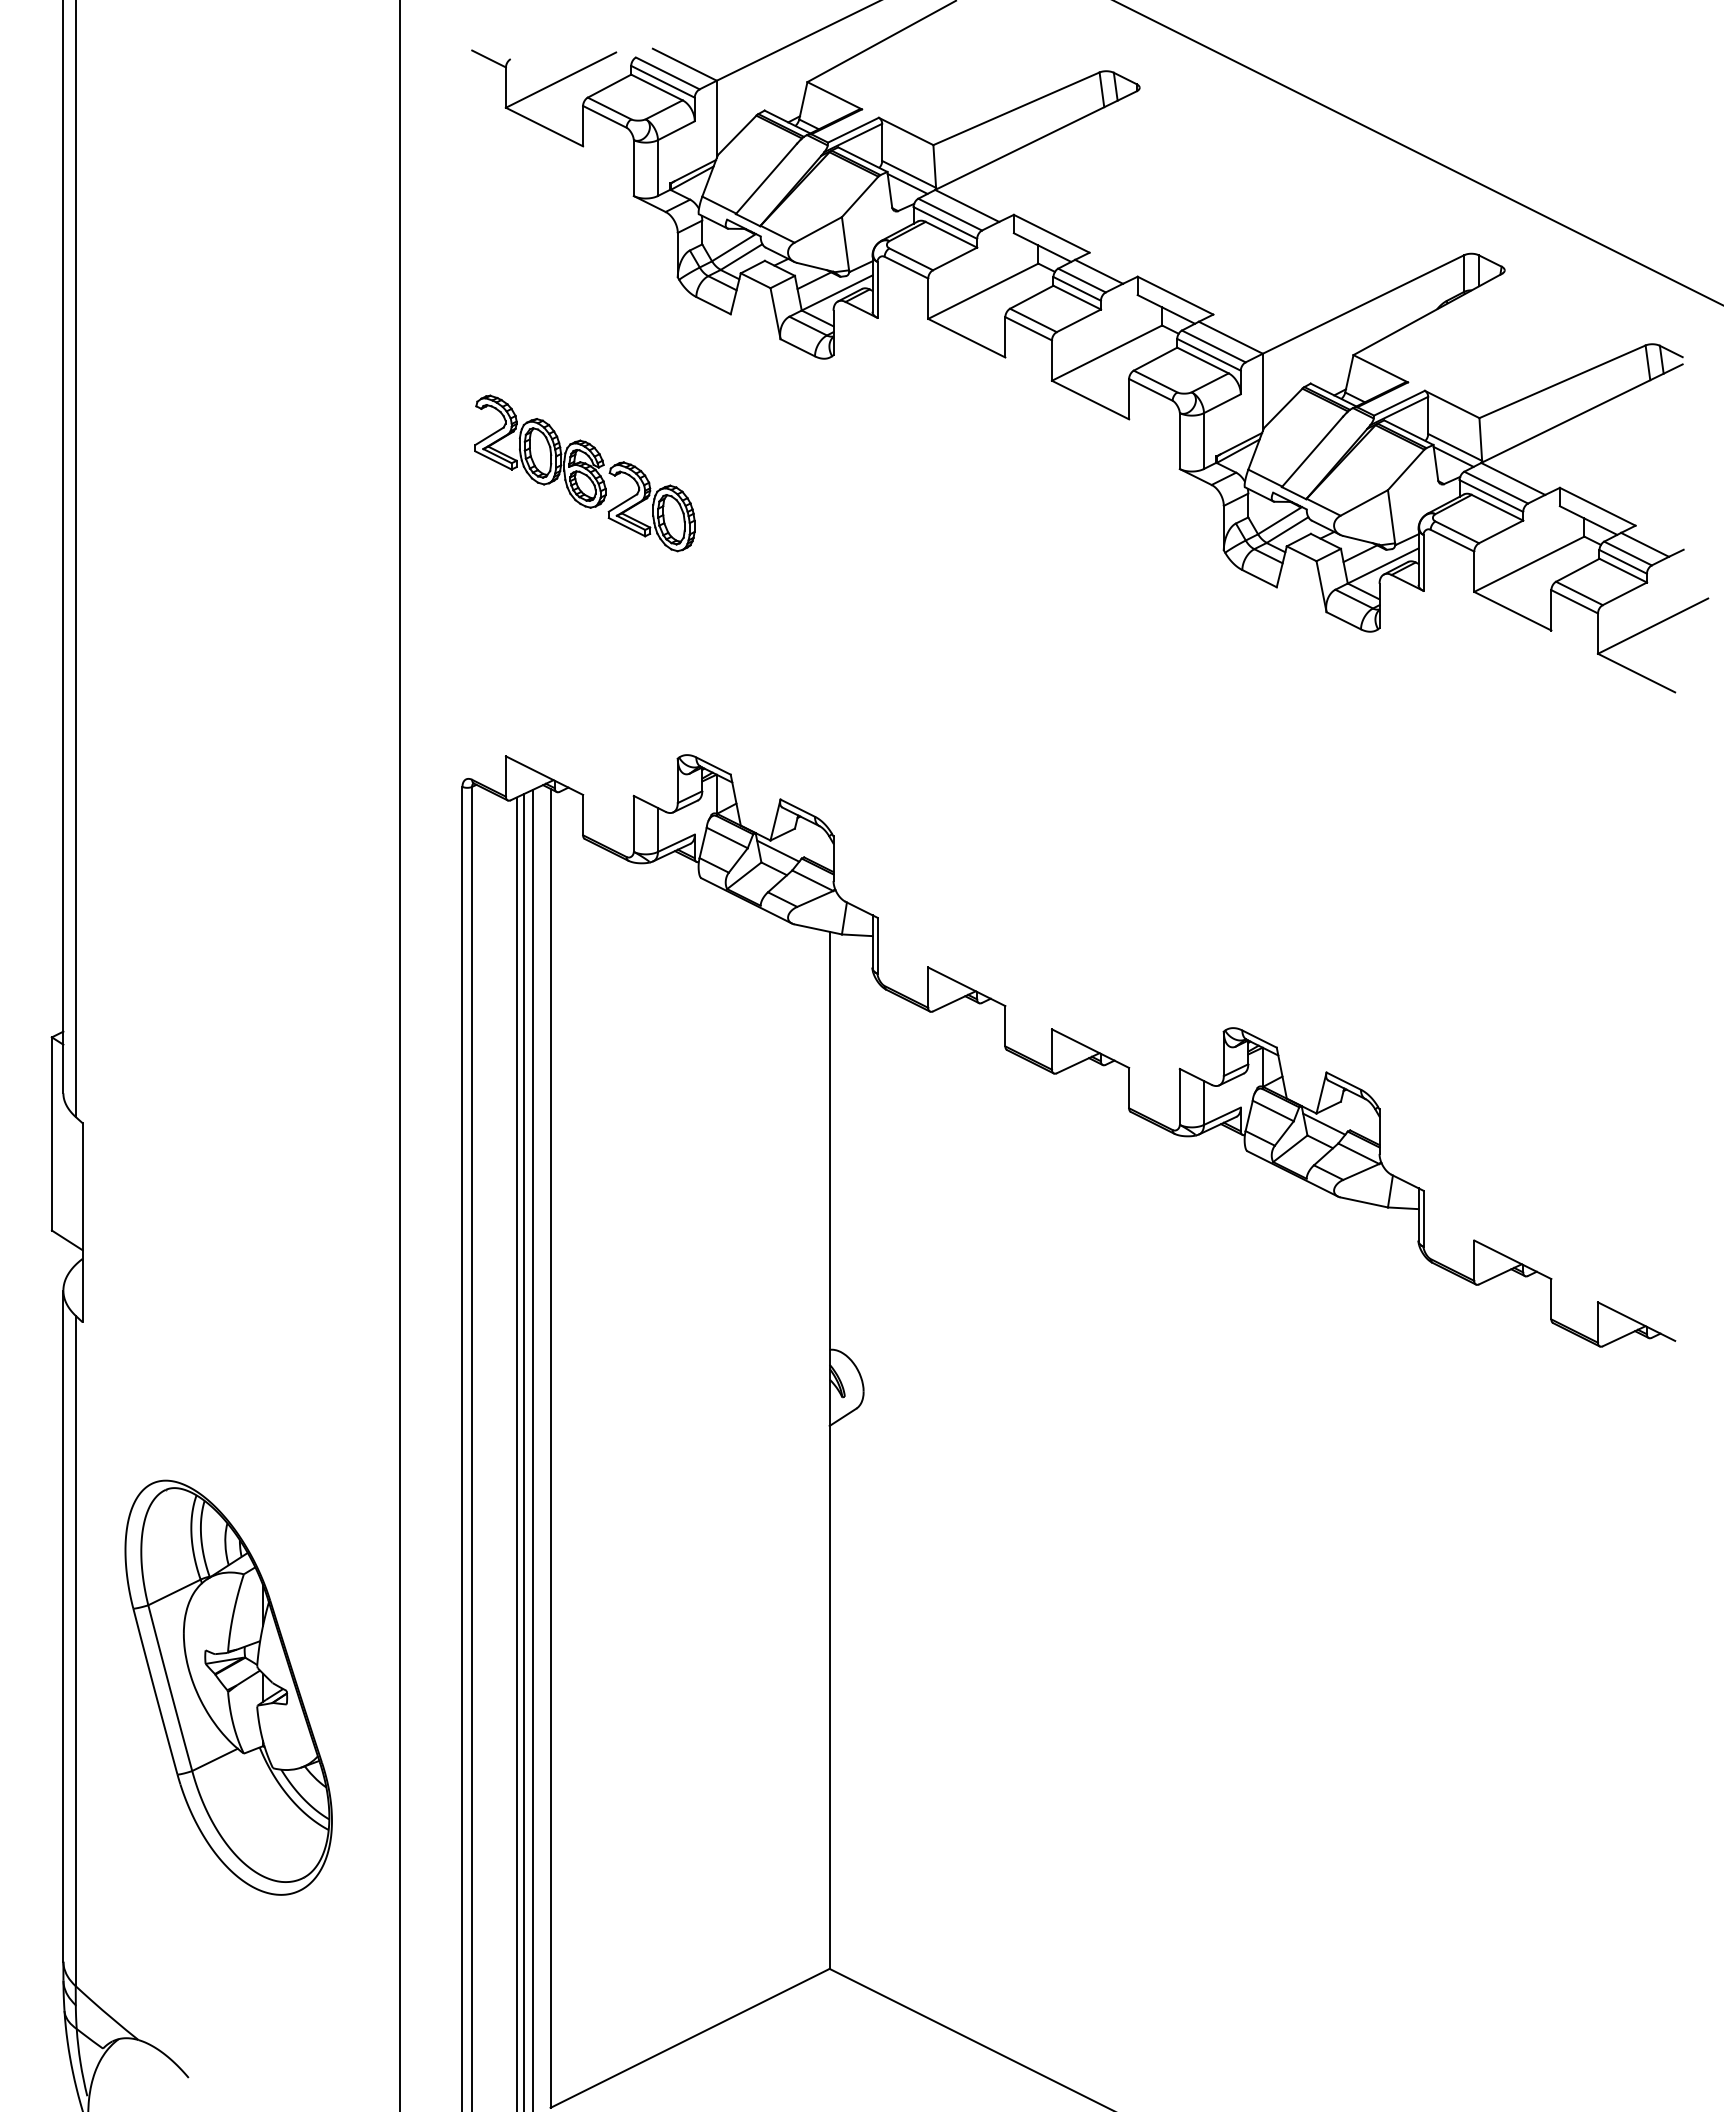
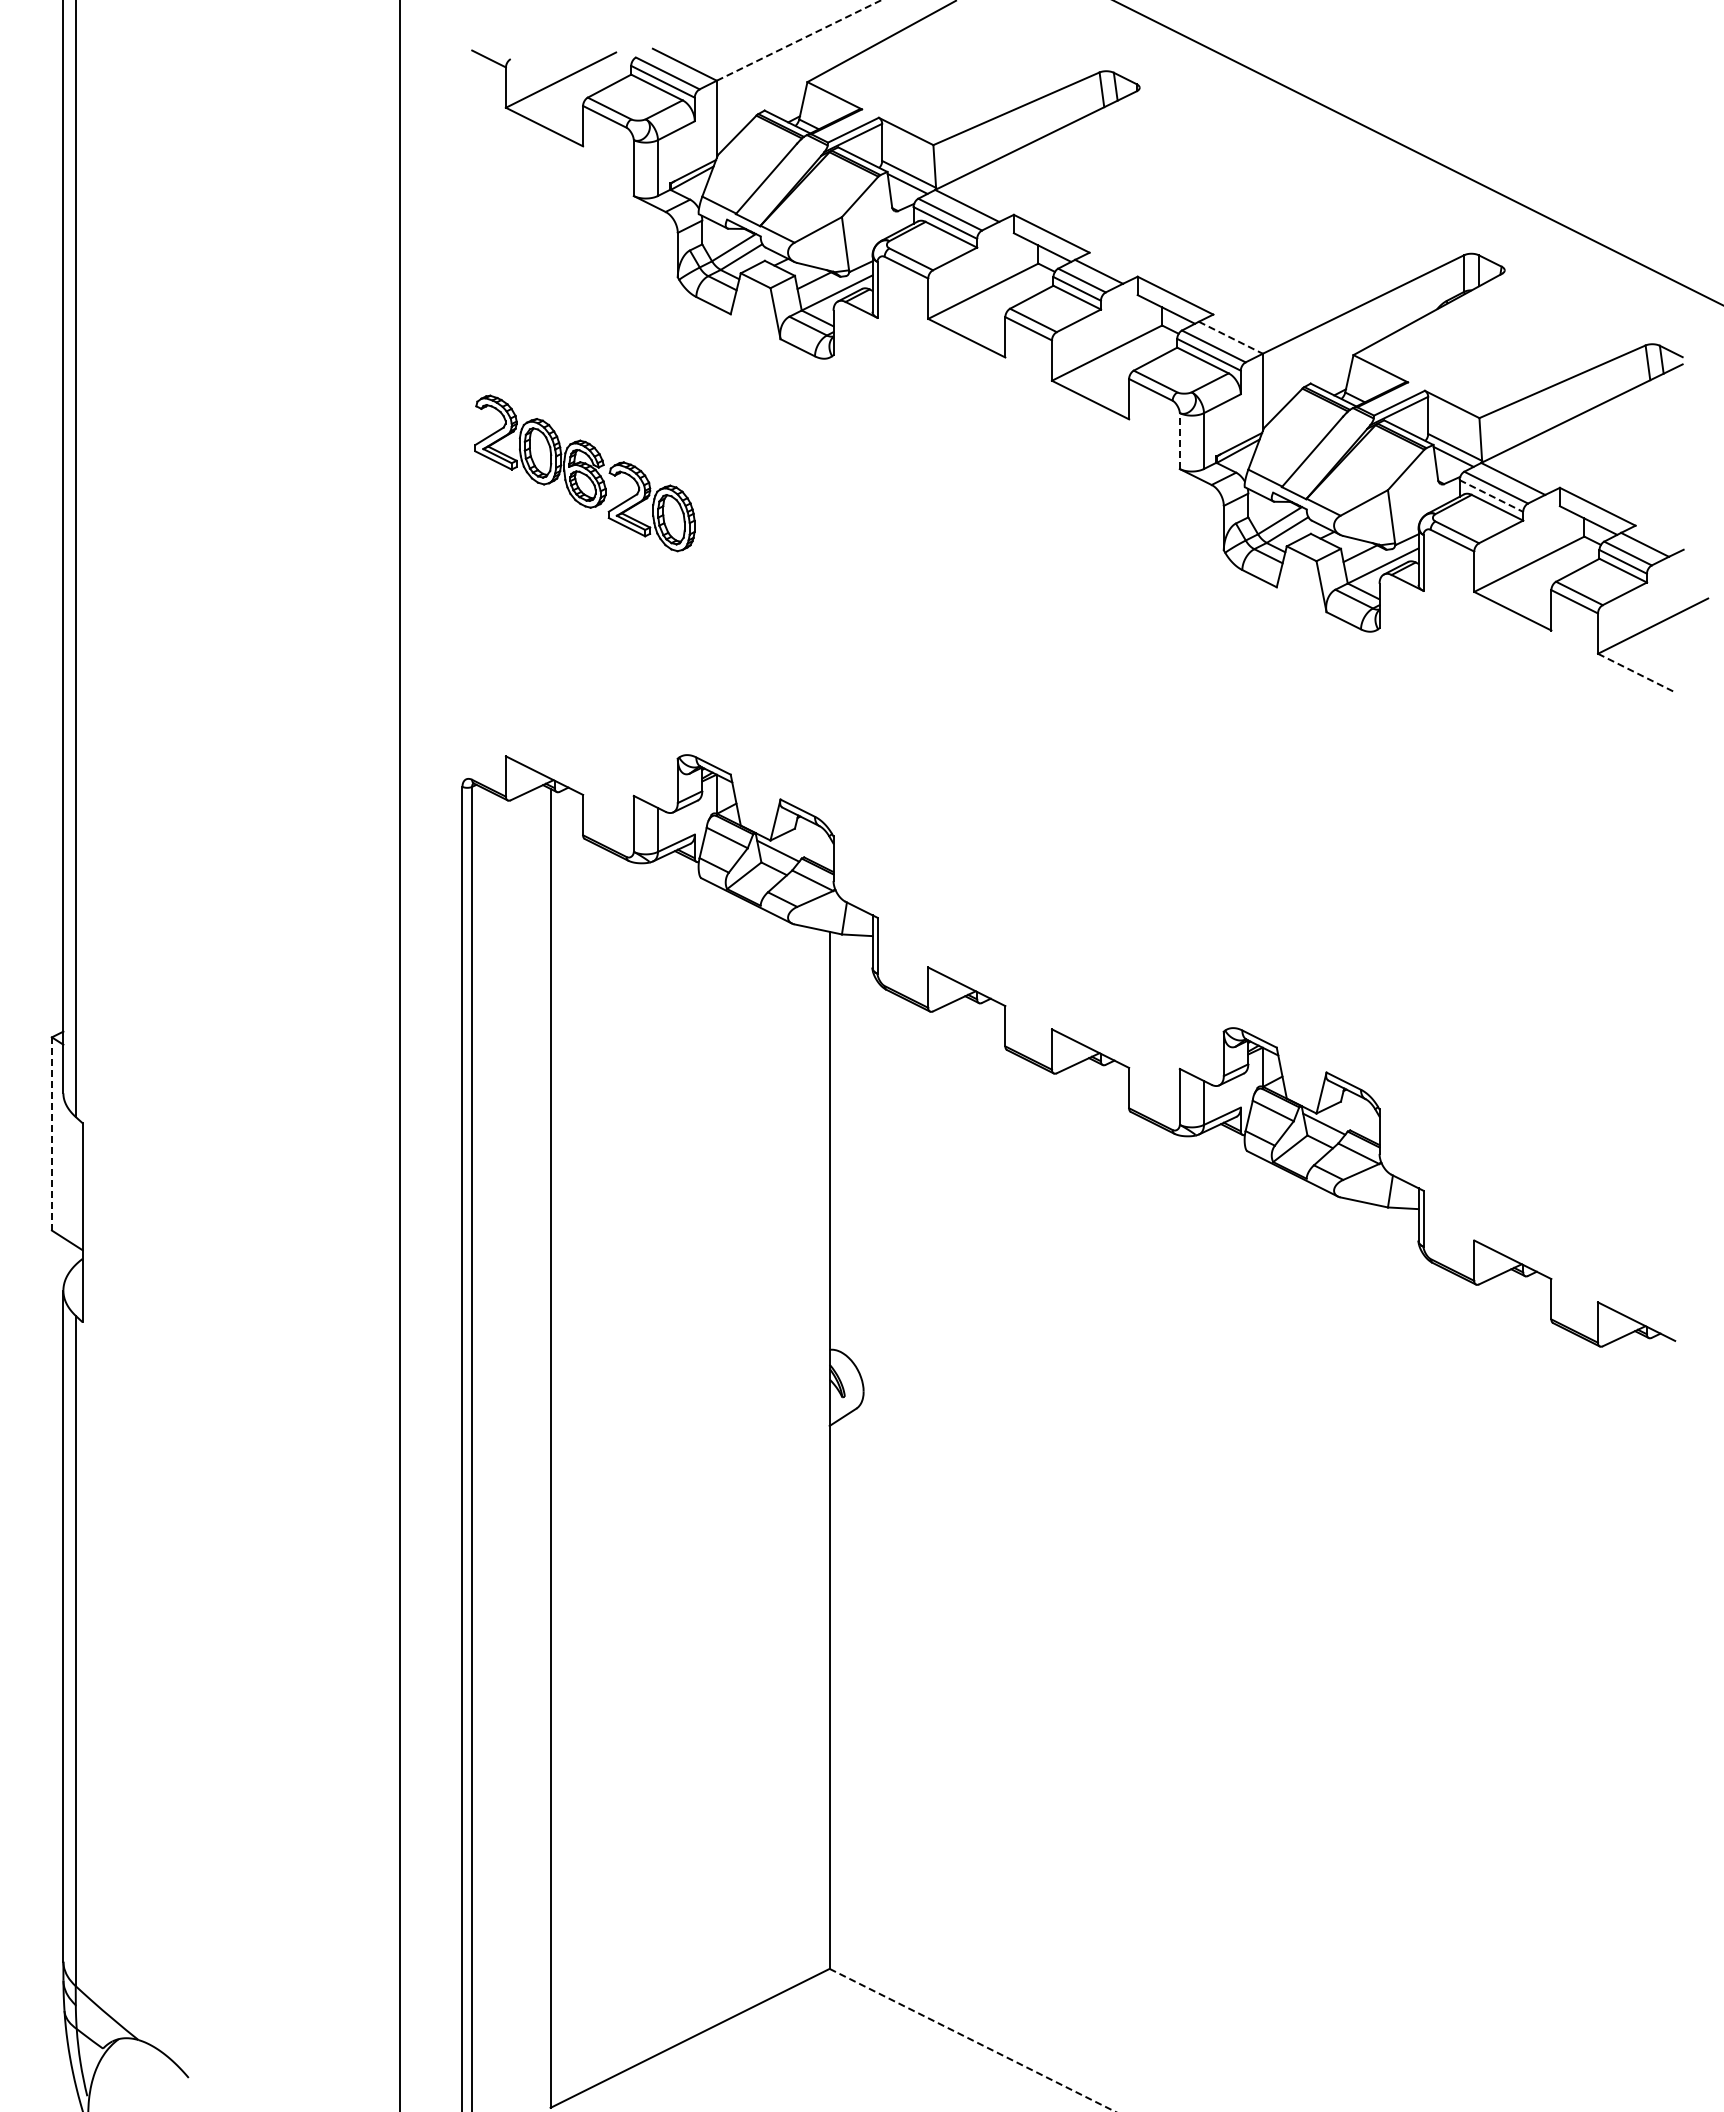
line at (799, 40): solid -> dashed
line at (1230, 337): solid -> dashed
line at (1179, 441): solid -> dashed
line at (1491, 496): solid -> dashed
line at (1637, 673): solid -> dashed
line at (51, 1133): solid -> dashed
line at (533, 1448): present -> none
line at (523, 1451): present -> none
line at (516, 1452): present -> none
part at (228, 1687): present -> none
line at (972, 2040): solid -> dashed
